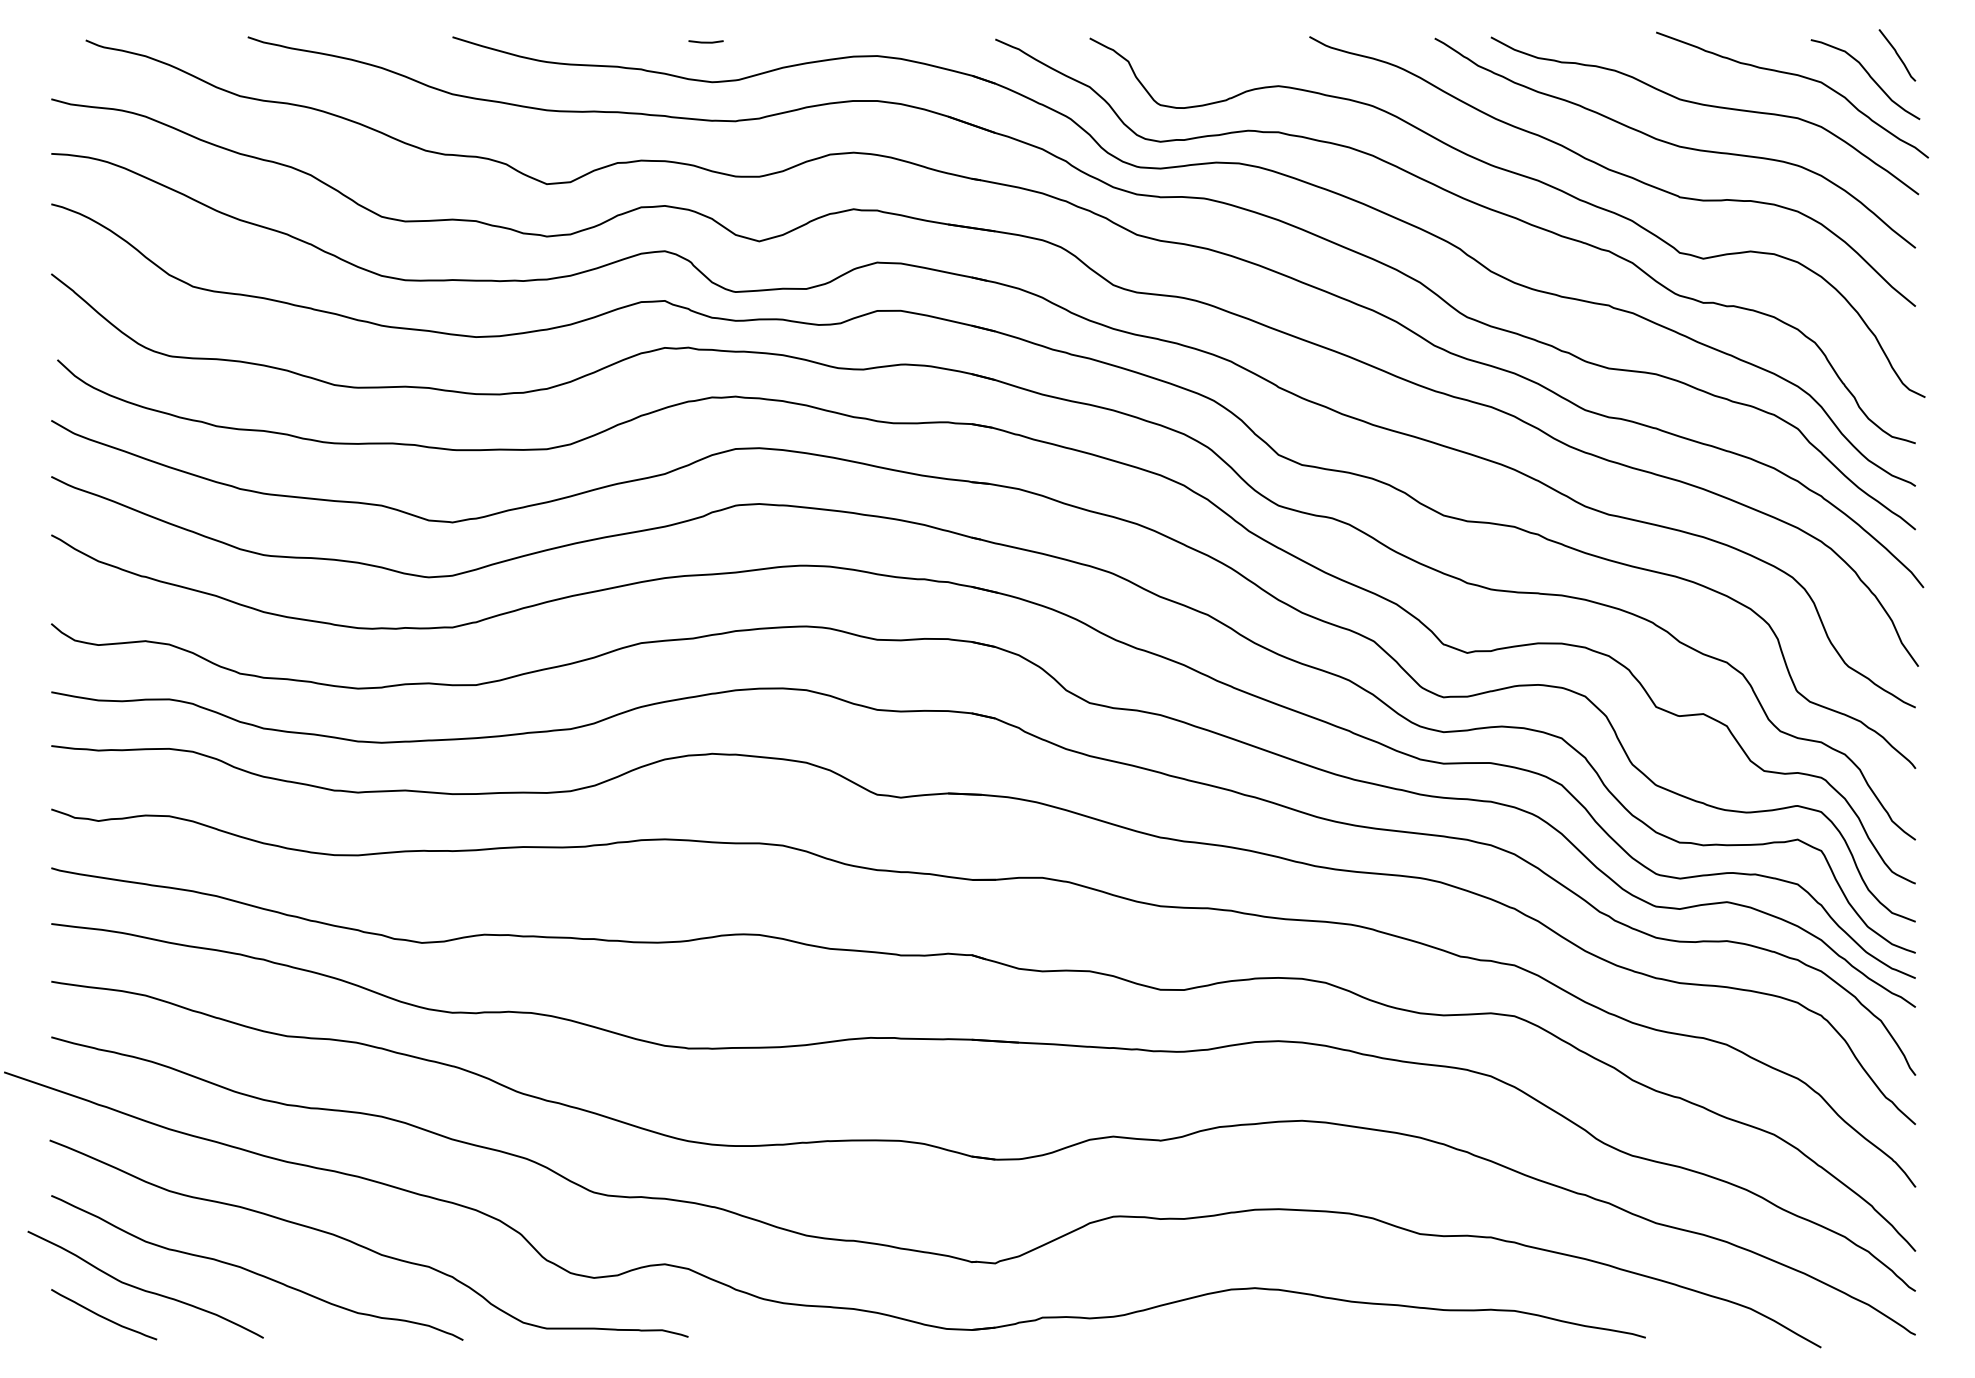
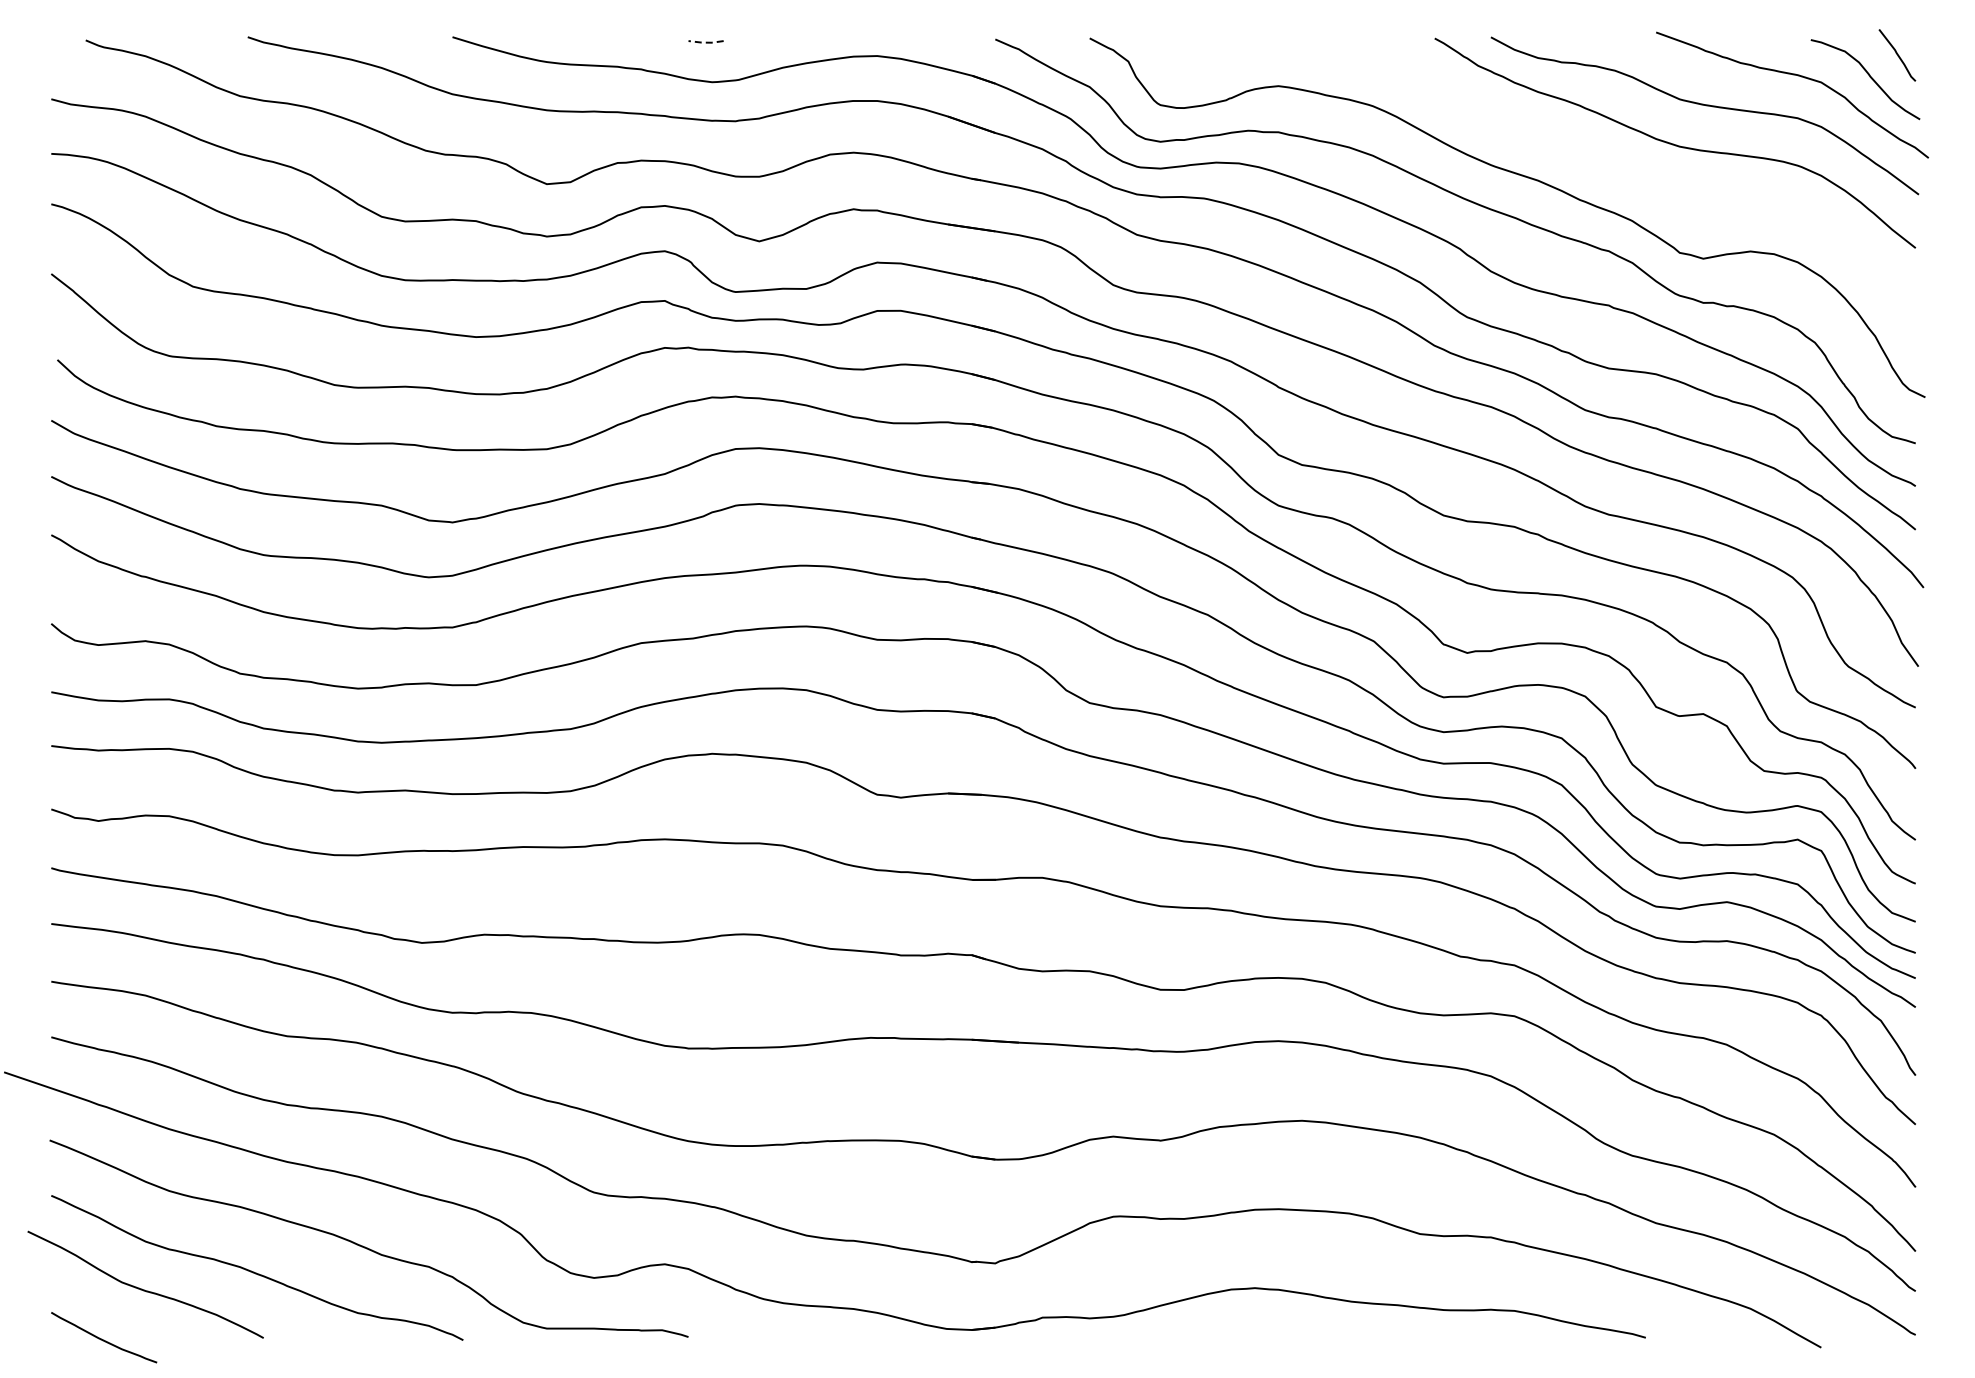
line at (705, 42): solid -> dashed
curve at (1612, 171): present -> none
curve at (103, 1316) position: (103, 1316) -> (103, 1339)
